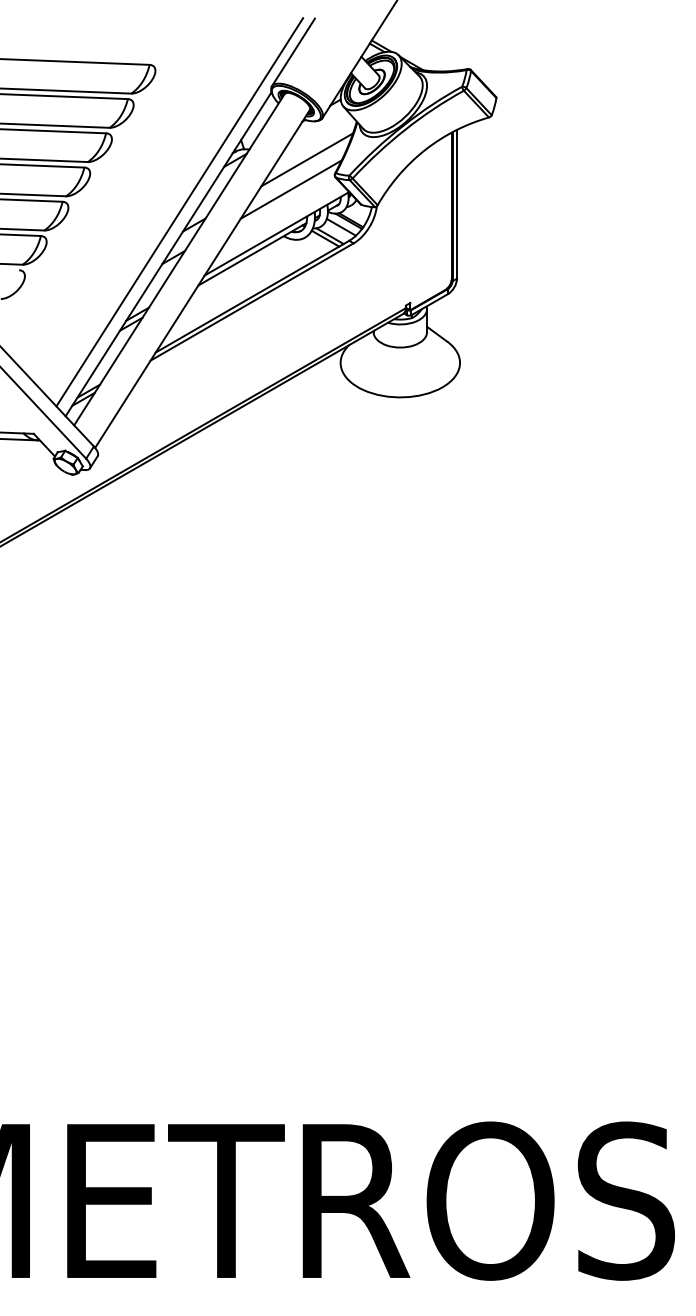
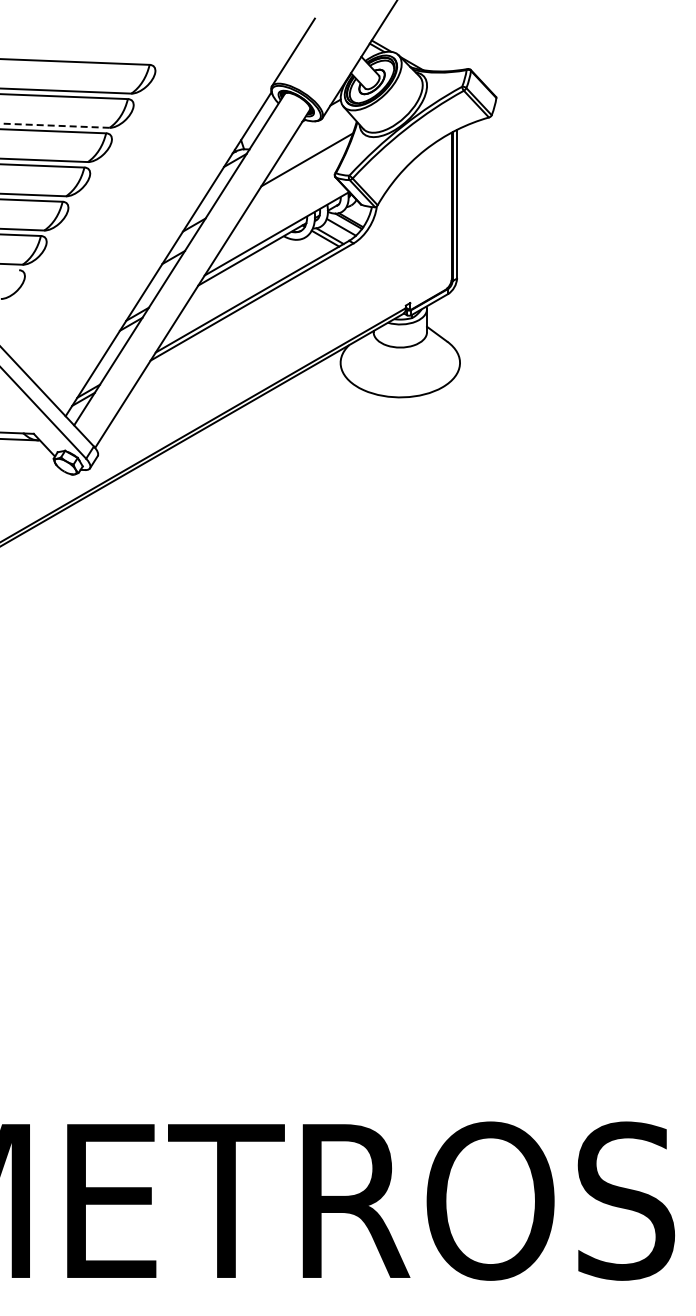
line at (54, 125): solid -> dashed
line at (290, 189): present -> none
line at (179, 212): present -> none
